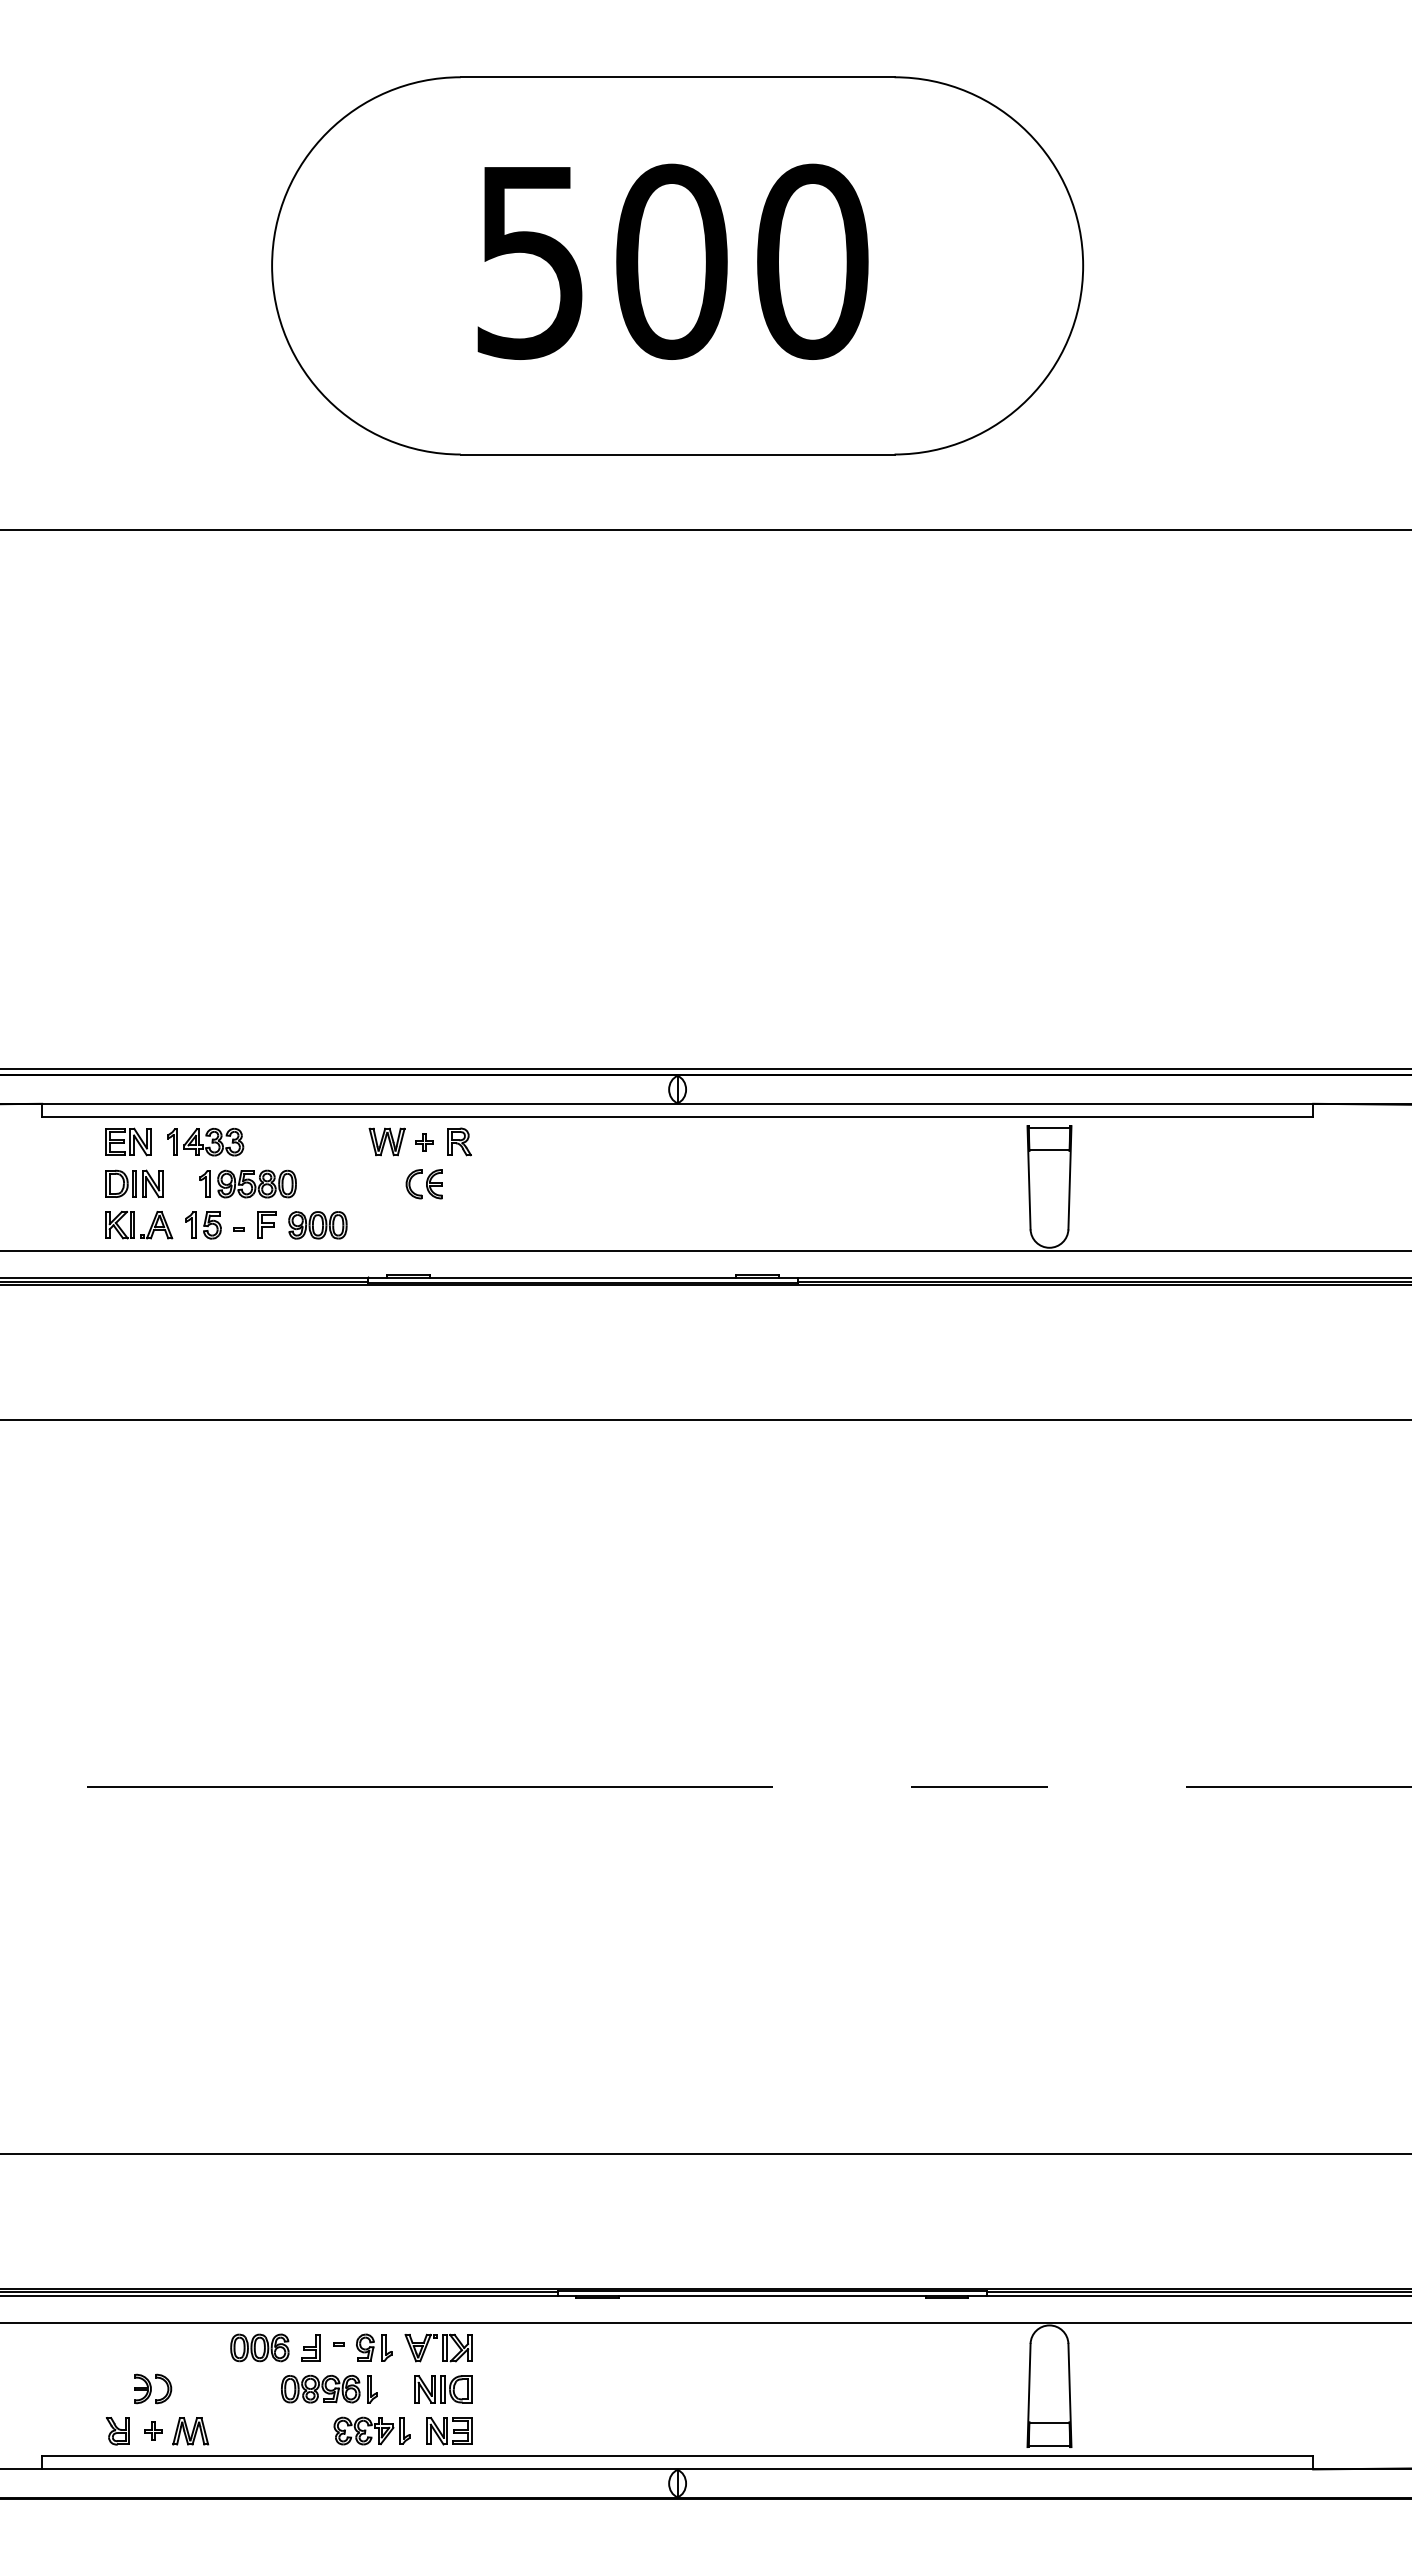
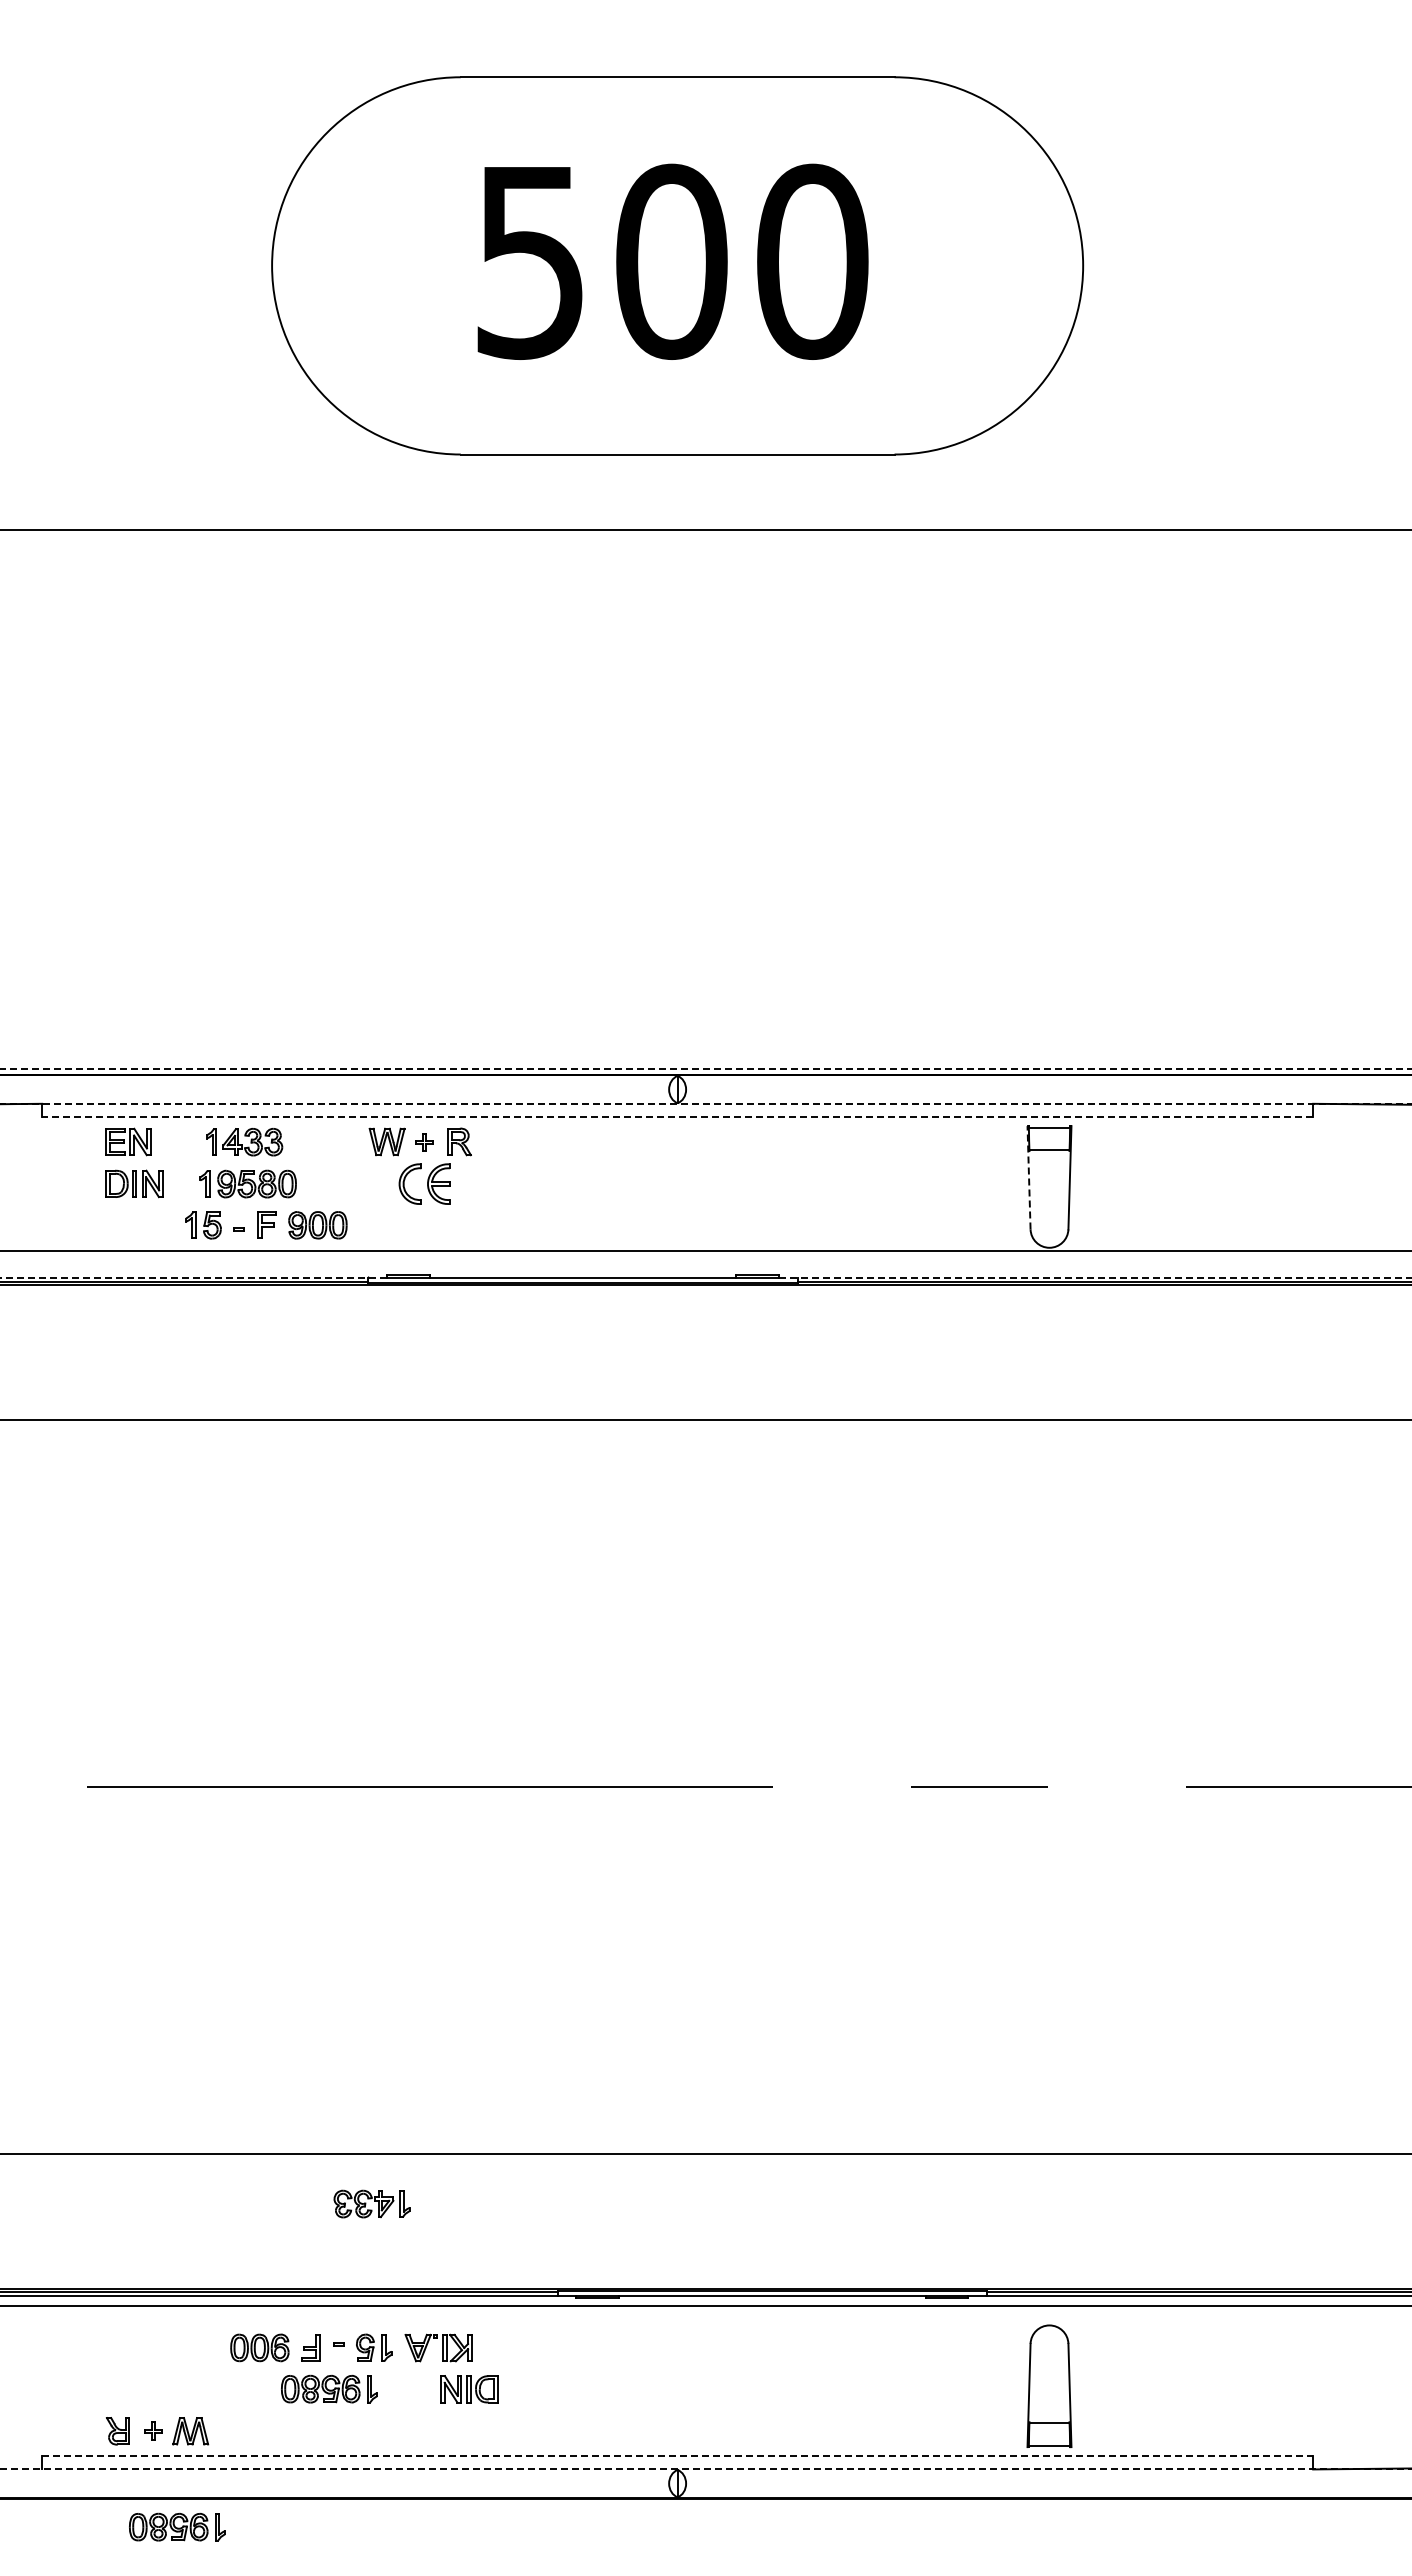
line at (705, 1068): solid -> dashed
line at (706, 1103): solid -> dashed
line at (677, 1117): solid -> dashed
part at (205, 1142) position: (205, 1142) -> (244, 1142)
line at (1029, 1177): solid -> dashed
part at (423, 1184) size: 38x31 px -> 53x42 px
part at (139, 1225): present -> none
line at (193, 1277): solid -> dashed
line at (1094, 1277): solid -> dashed
line at (705, 2322) position: (705, 2322) -> (705, 2305)
part at (153, 2388): present -> none
part at (443, 2389) position: (443, 2389) -> (469, 2389)
part at (371, 2430) position: (371, 2430) -> (371, 2203)
part at (449, 2431): present -> none
line at (678, 2455): solid -> dashed
line at (705, 2469): solid -> dashed
part at (177, 2526): none -> present
